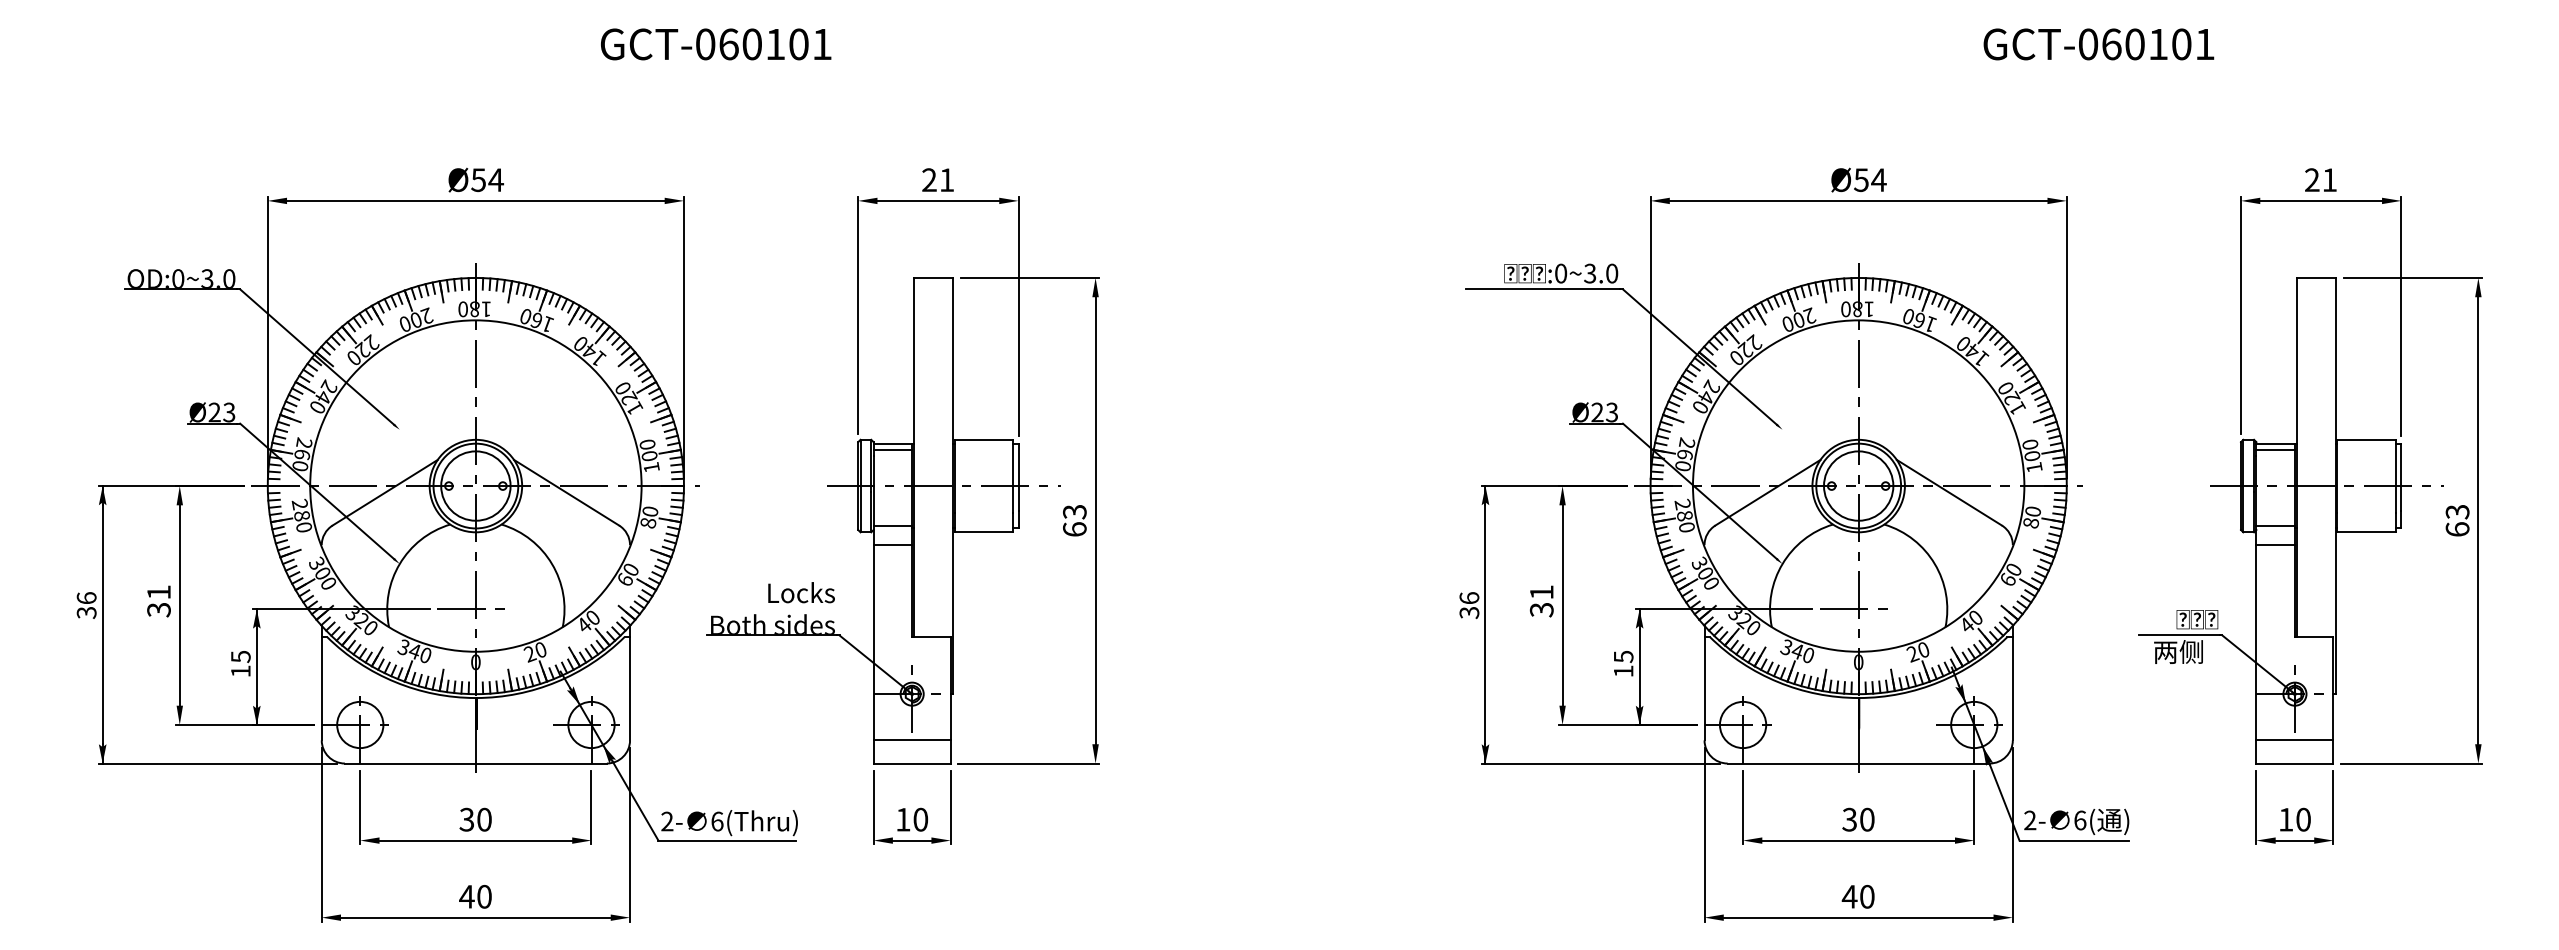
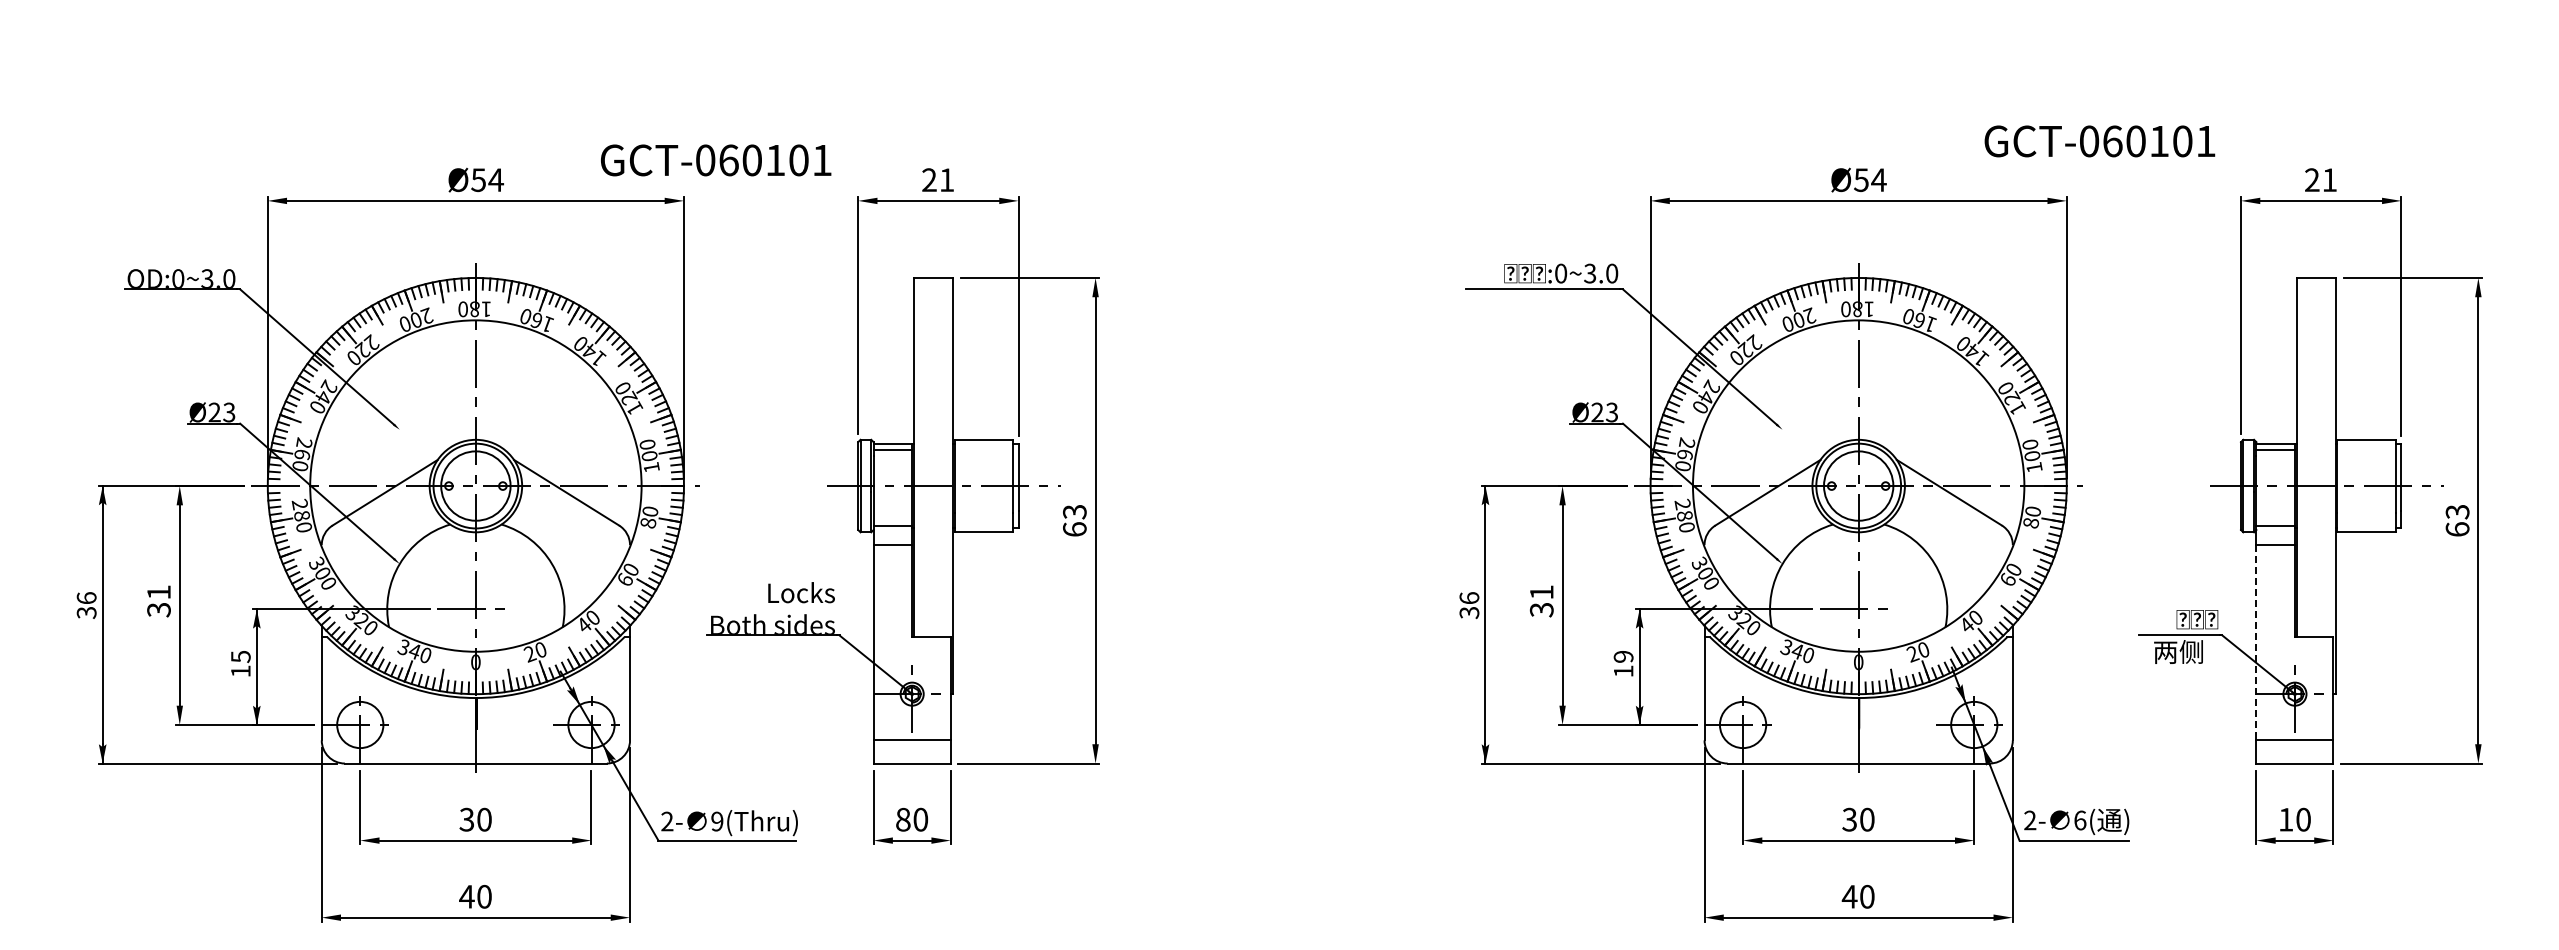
text at (716, 44) position: (716, 44) -> (716, 160)
text at (2098, 44) position: (2098, 44) -> (2099, 141)
line at (2256, 642): solid -> dashed
text at (1623, 657): 15 -> 19
text at (903, 819): 10 -> 80
text at (717, 821): 6(Thru) -> 9(Thru)
